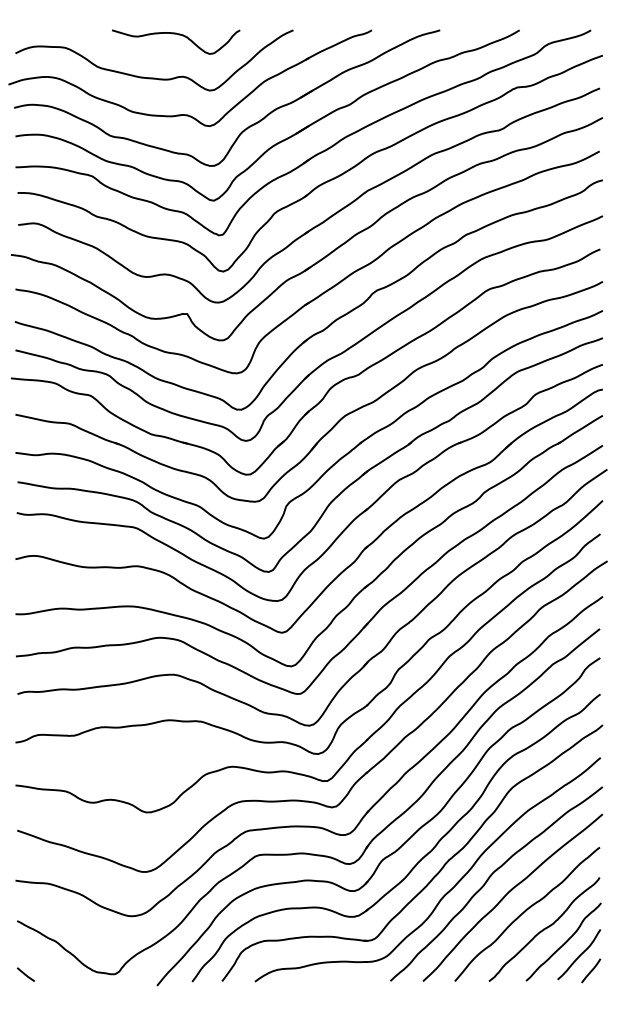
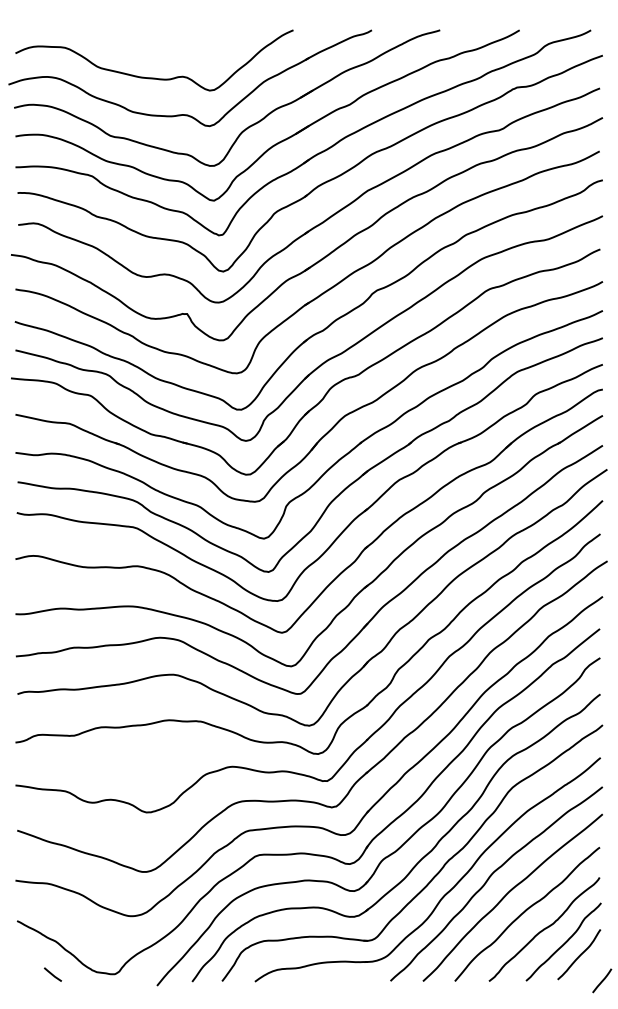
curve at (178, 35): present -> none
line at (591, 970) position: (591, 970) -> (602, 980)
line at (25, 974) position: (25, 974) -> (52, 974)
